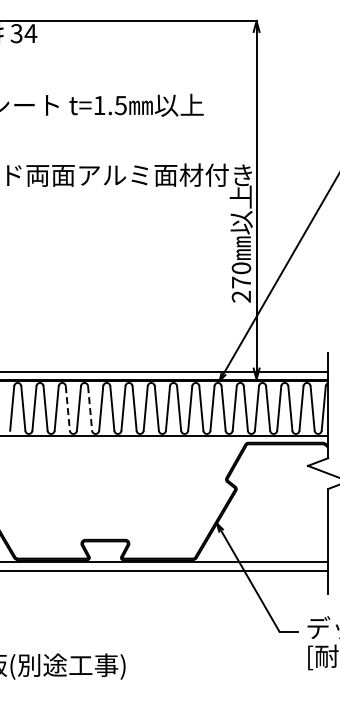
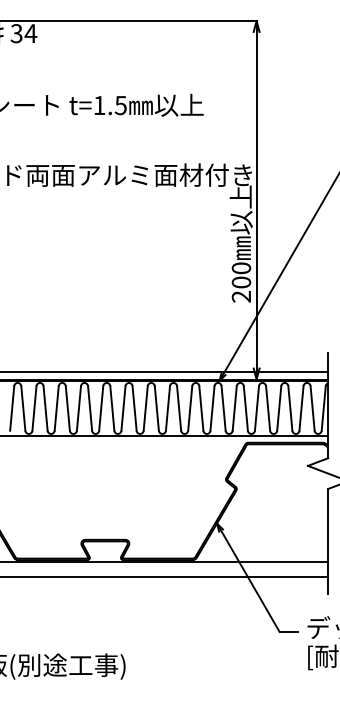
text at (241, 282): 270 -> 200
line at (67, 408): dashed -> solid
line at (90, 408): dashed -> solid
line at (165, 571) position: (165, 571) -> (165, 577)
